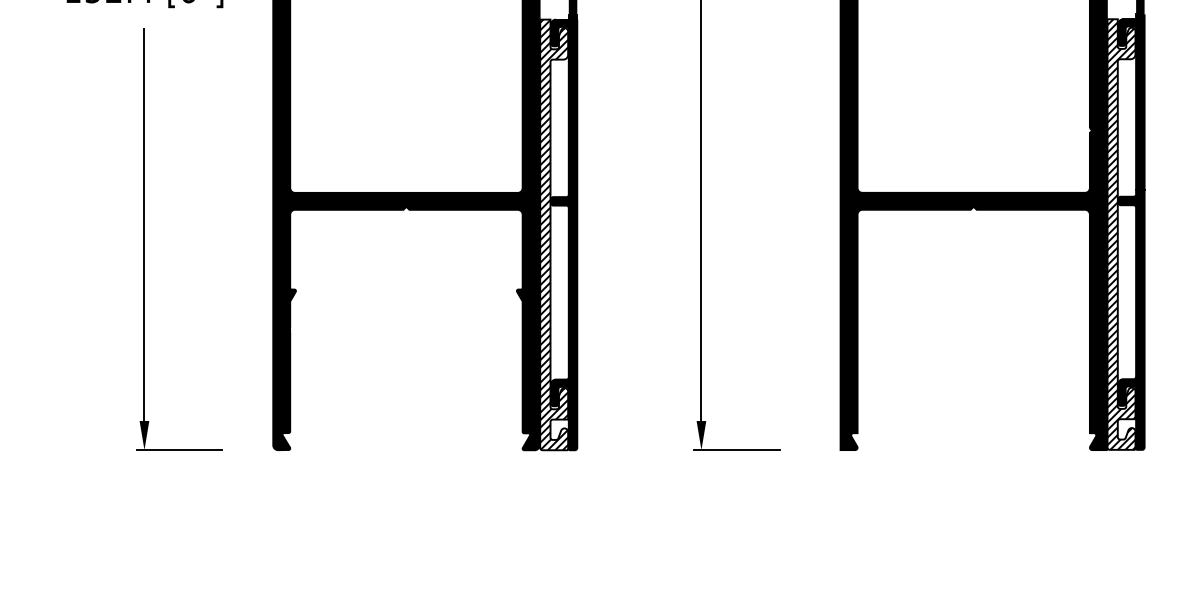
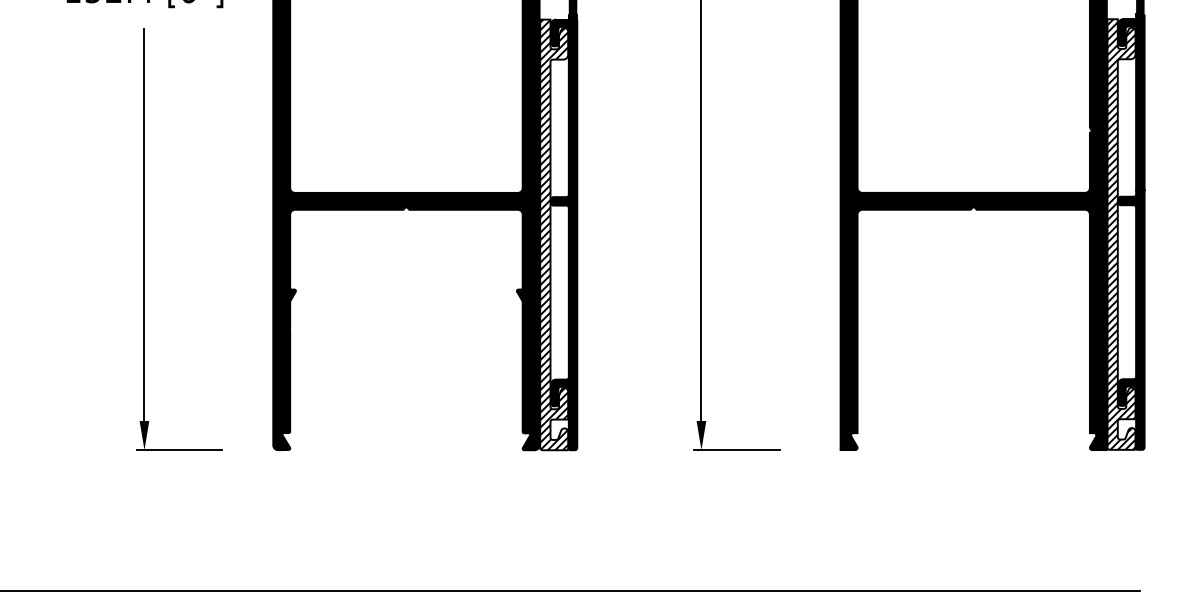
line at (571, 590): none -> present
